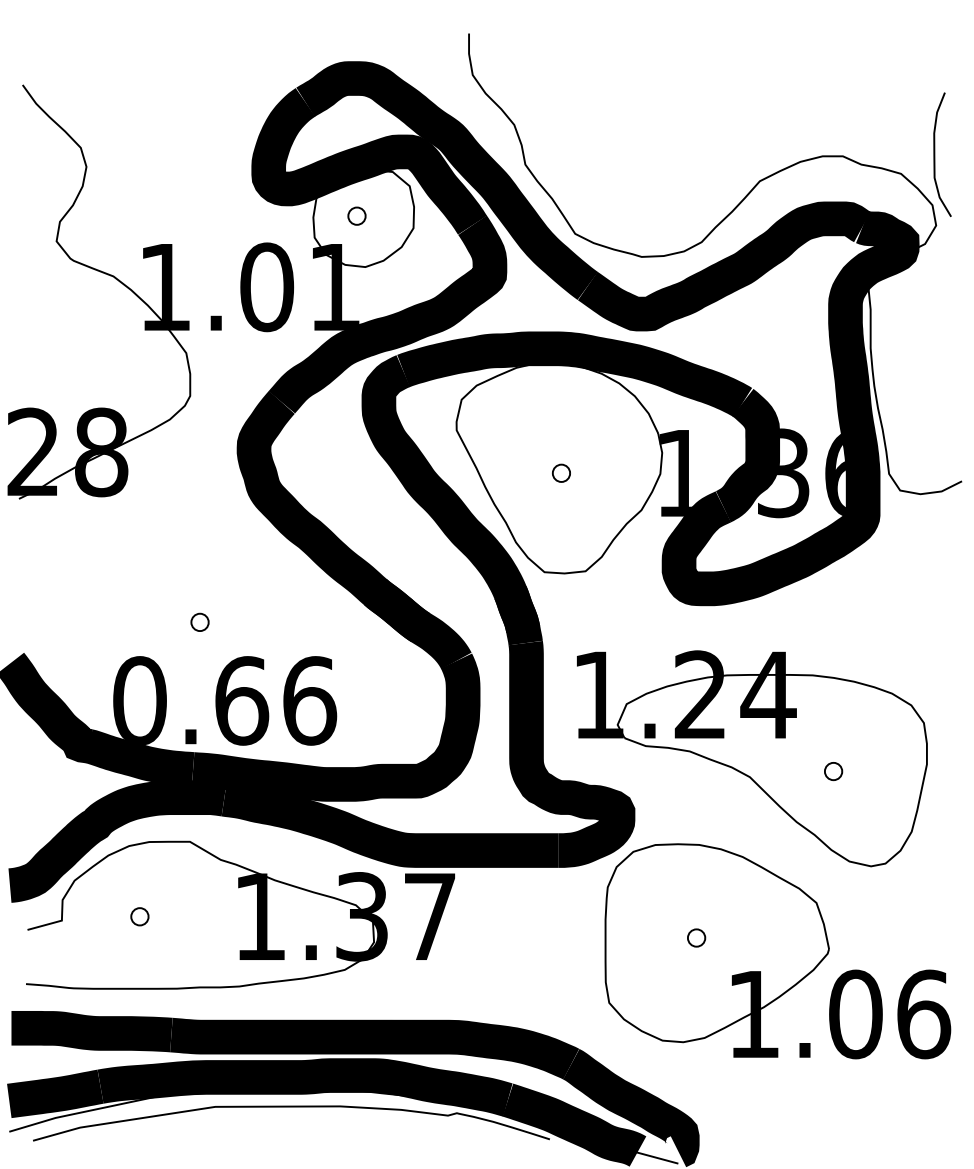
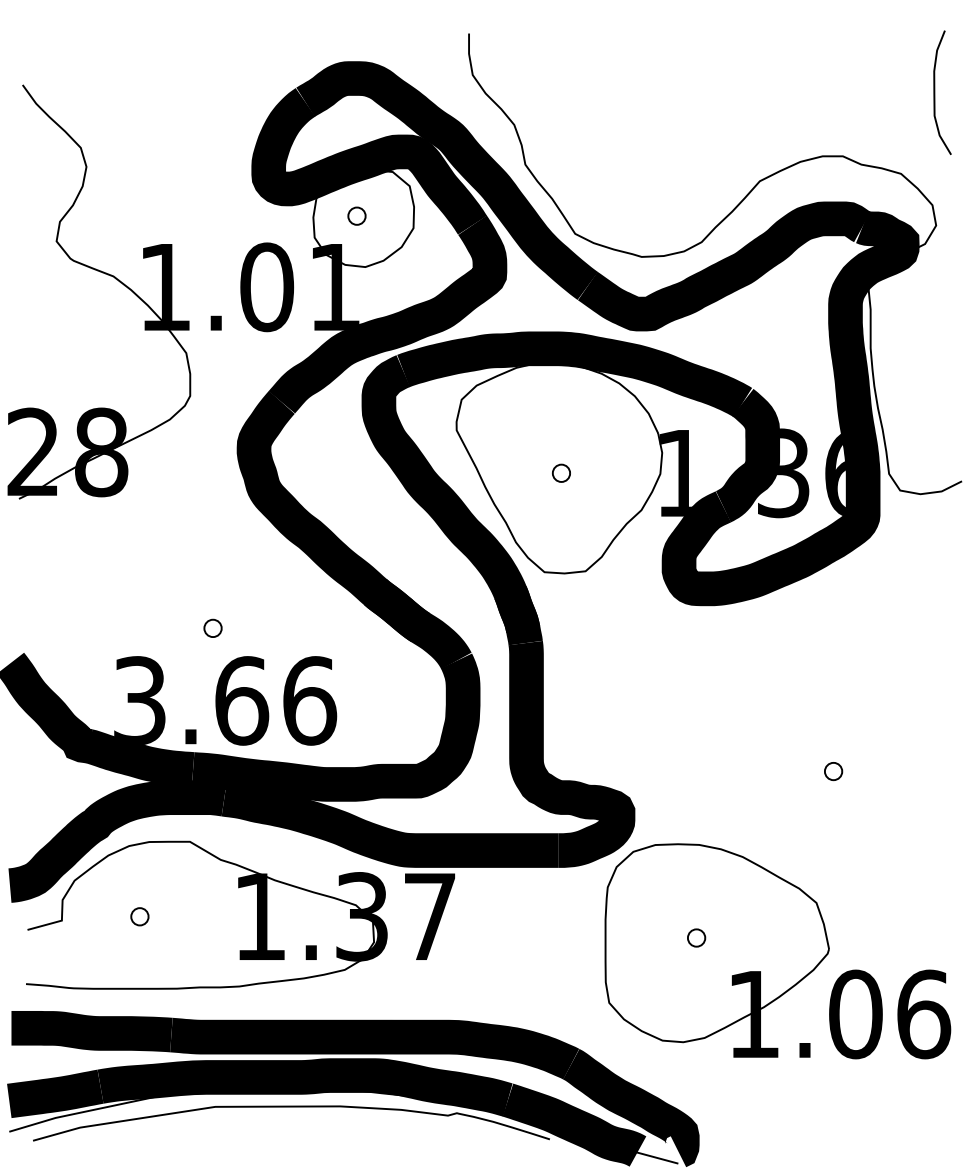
curve at (935, 154) position: (935, 154) -> (935, 92)
part at (199, 621) position: (199, 621) -> (212, 627)
text at (139, 700): 0.66 -> 3.66
part at (752, 758): present -> none
